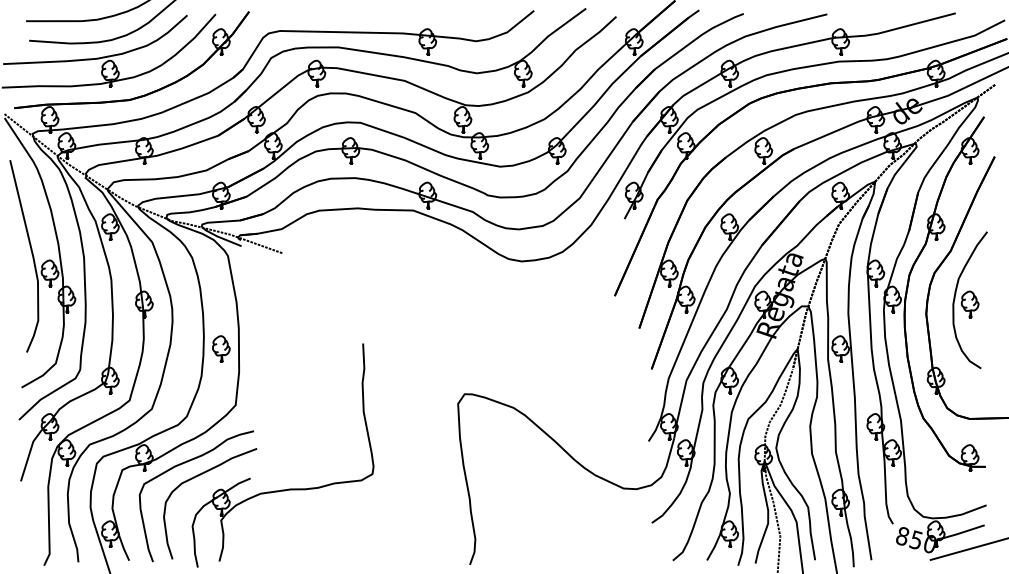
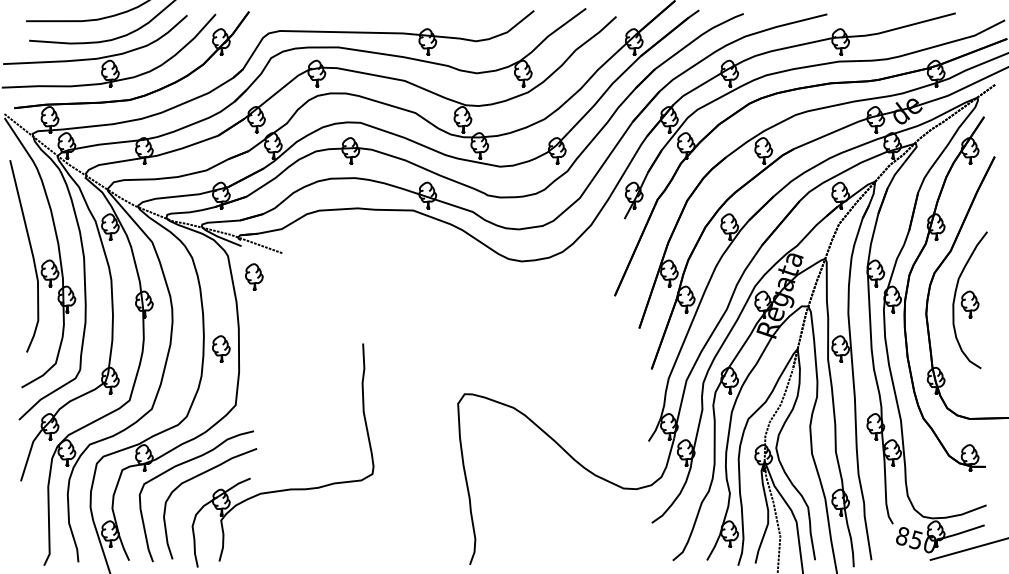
part at (254, 276): none -> present
